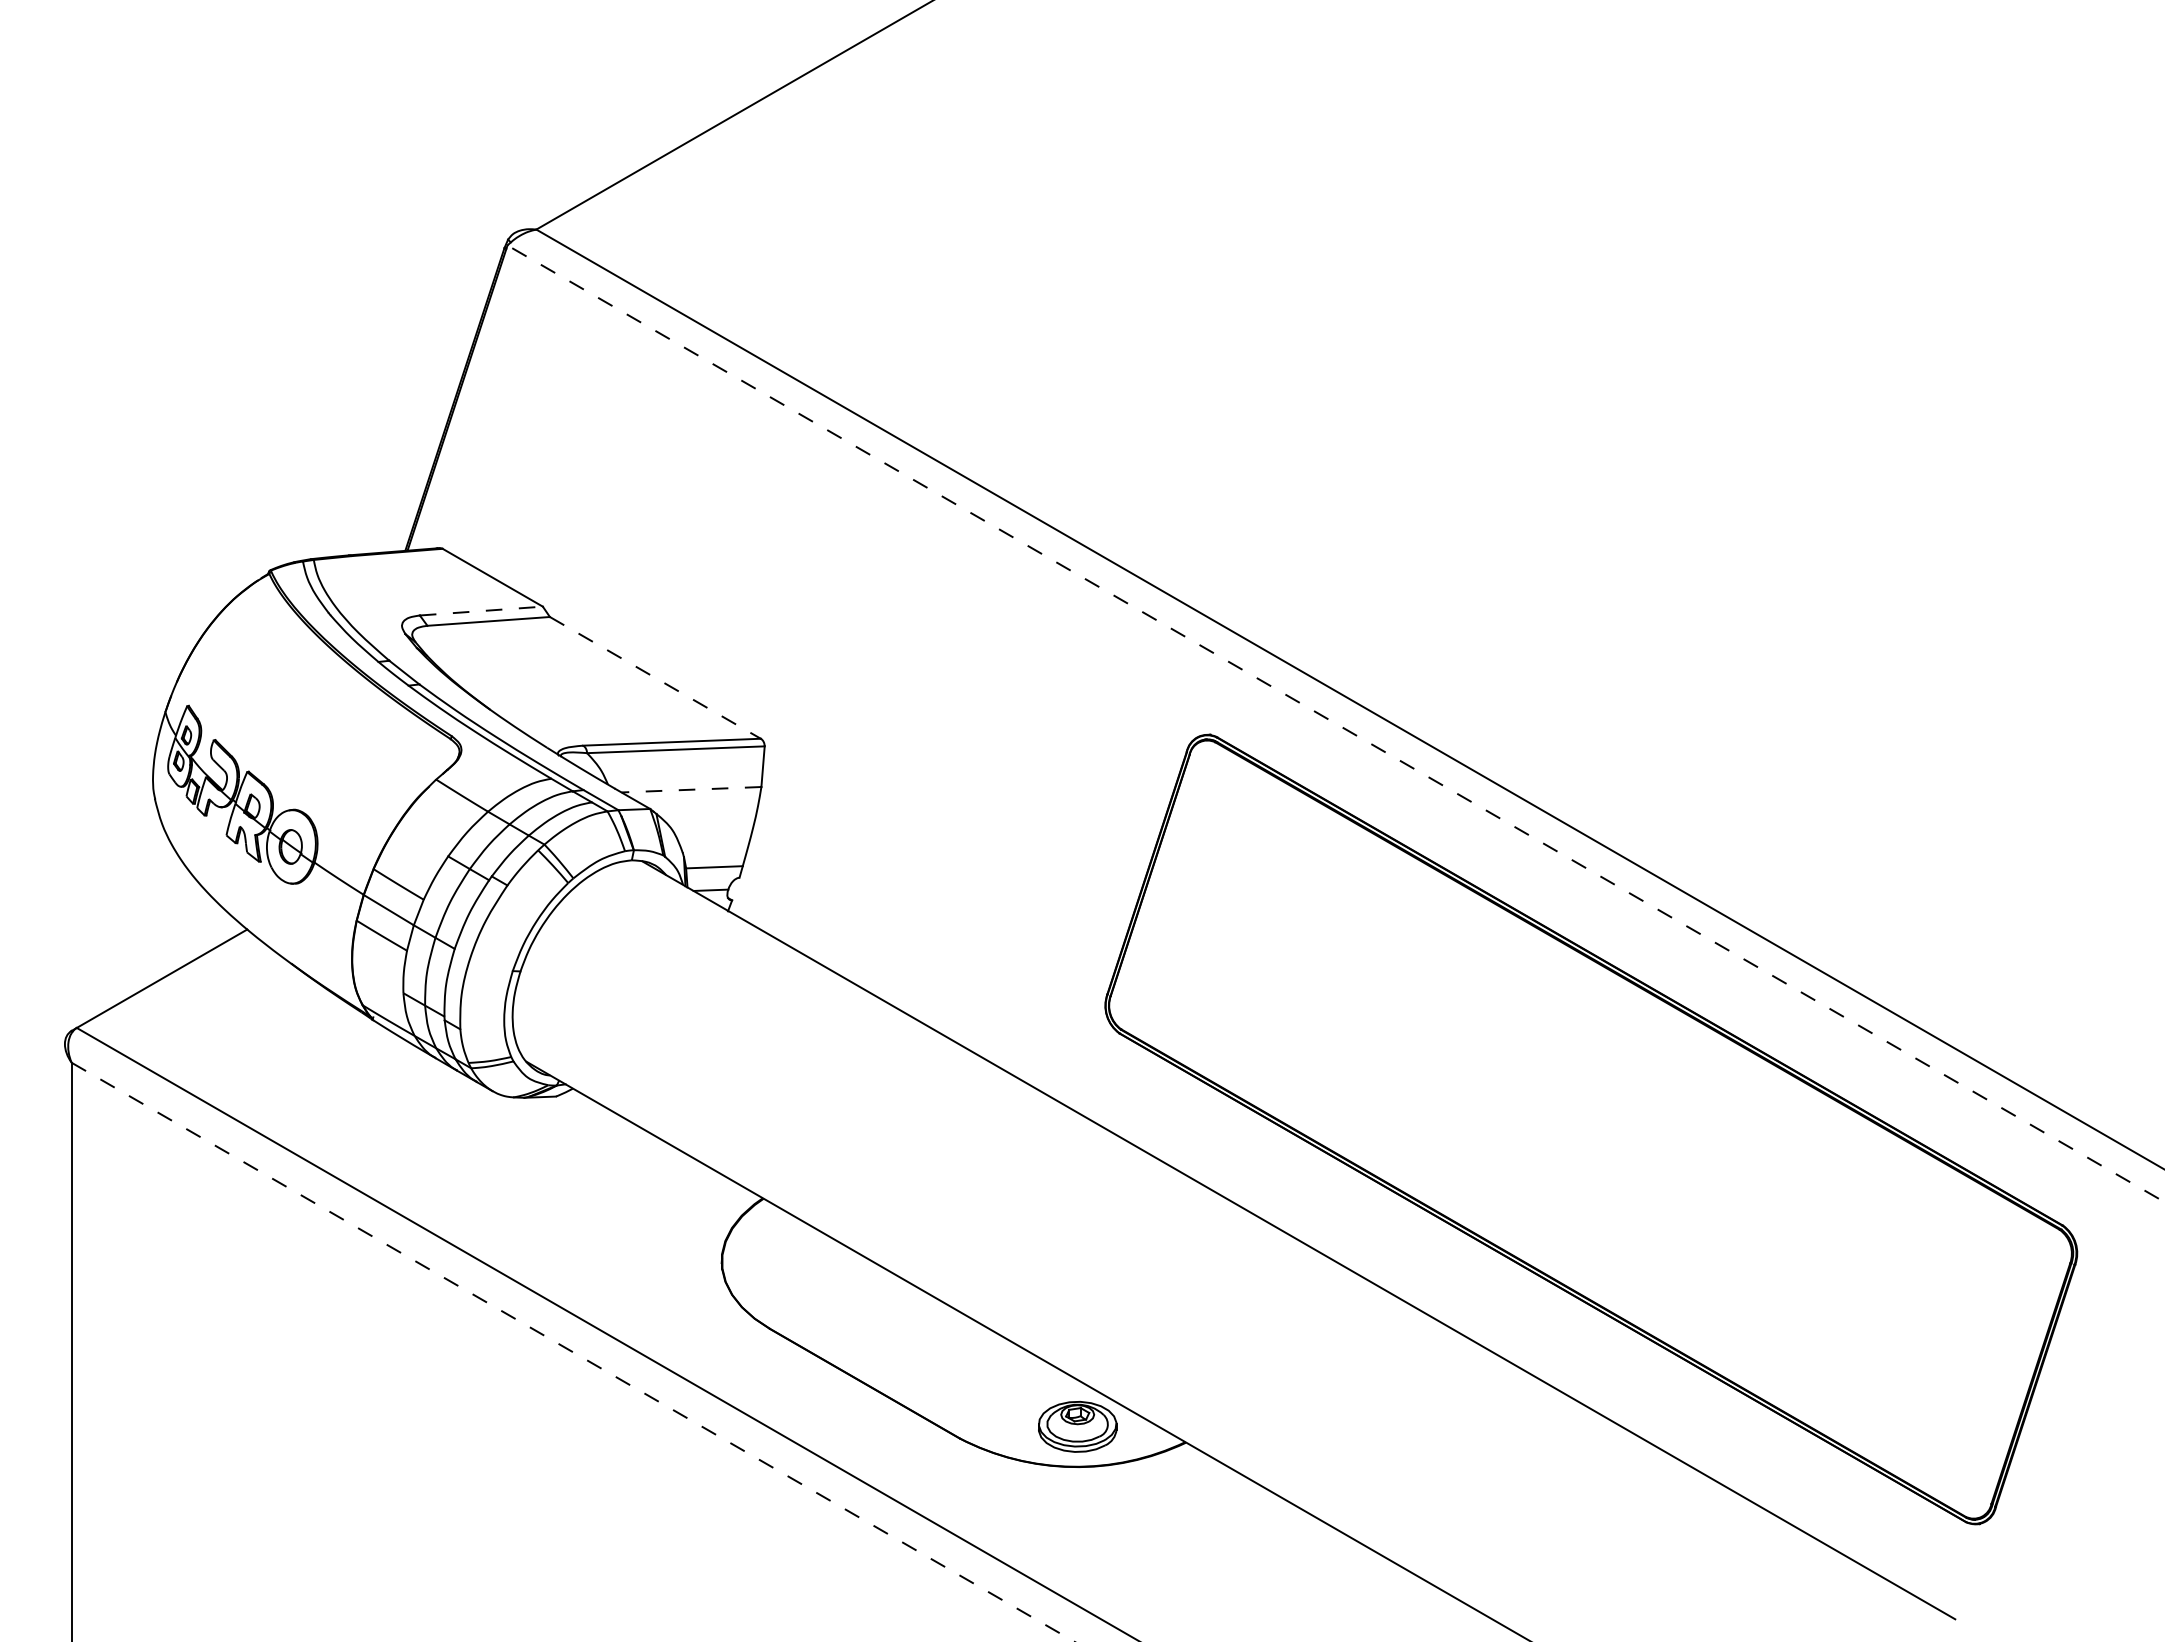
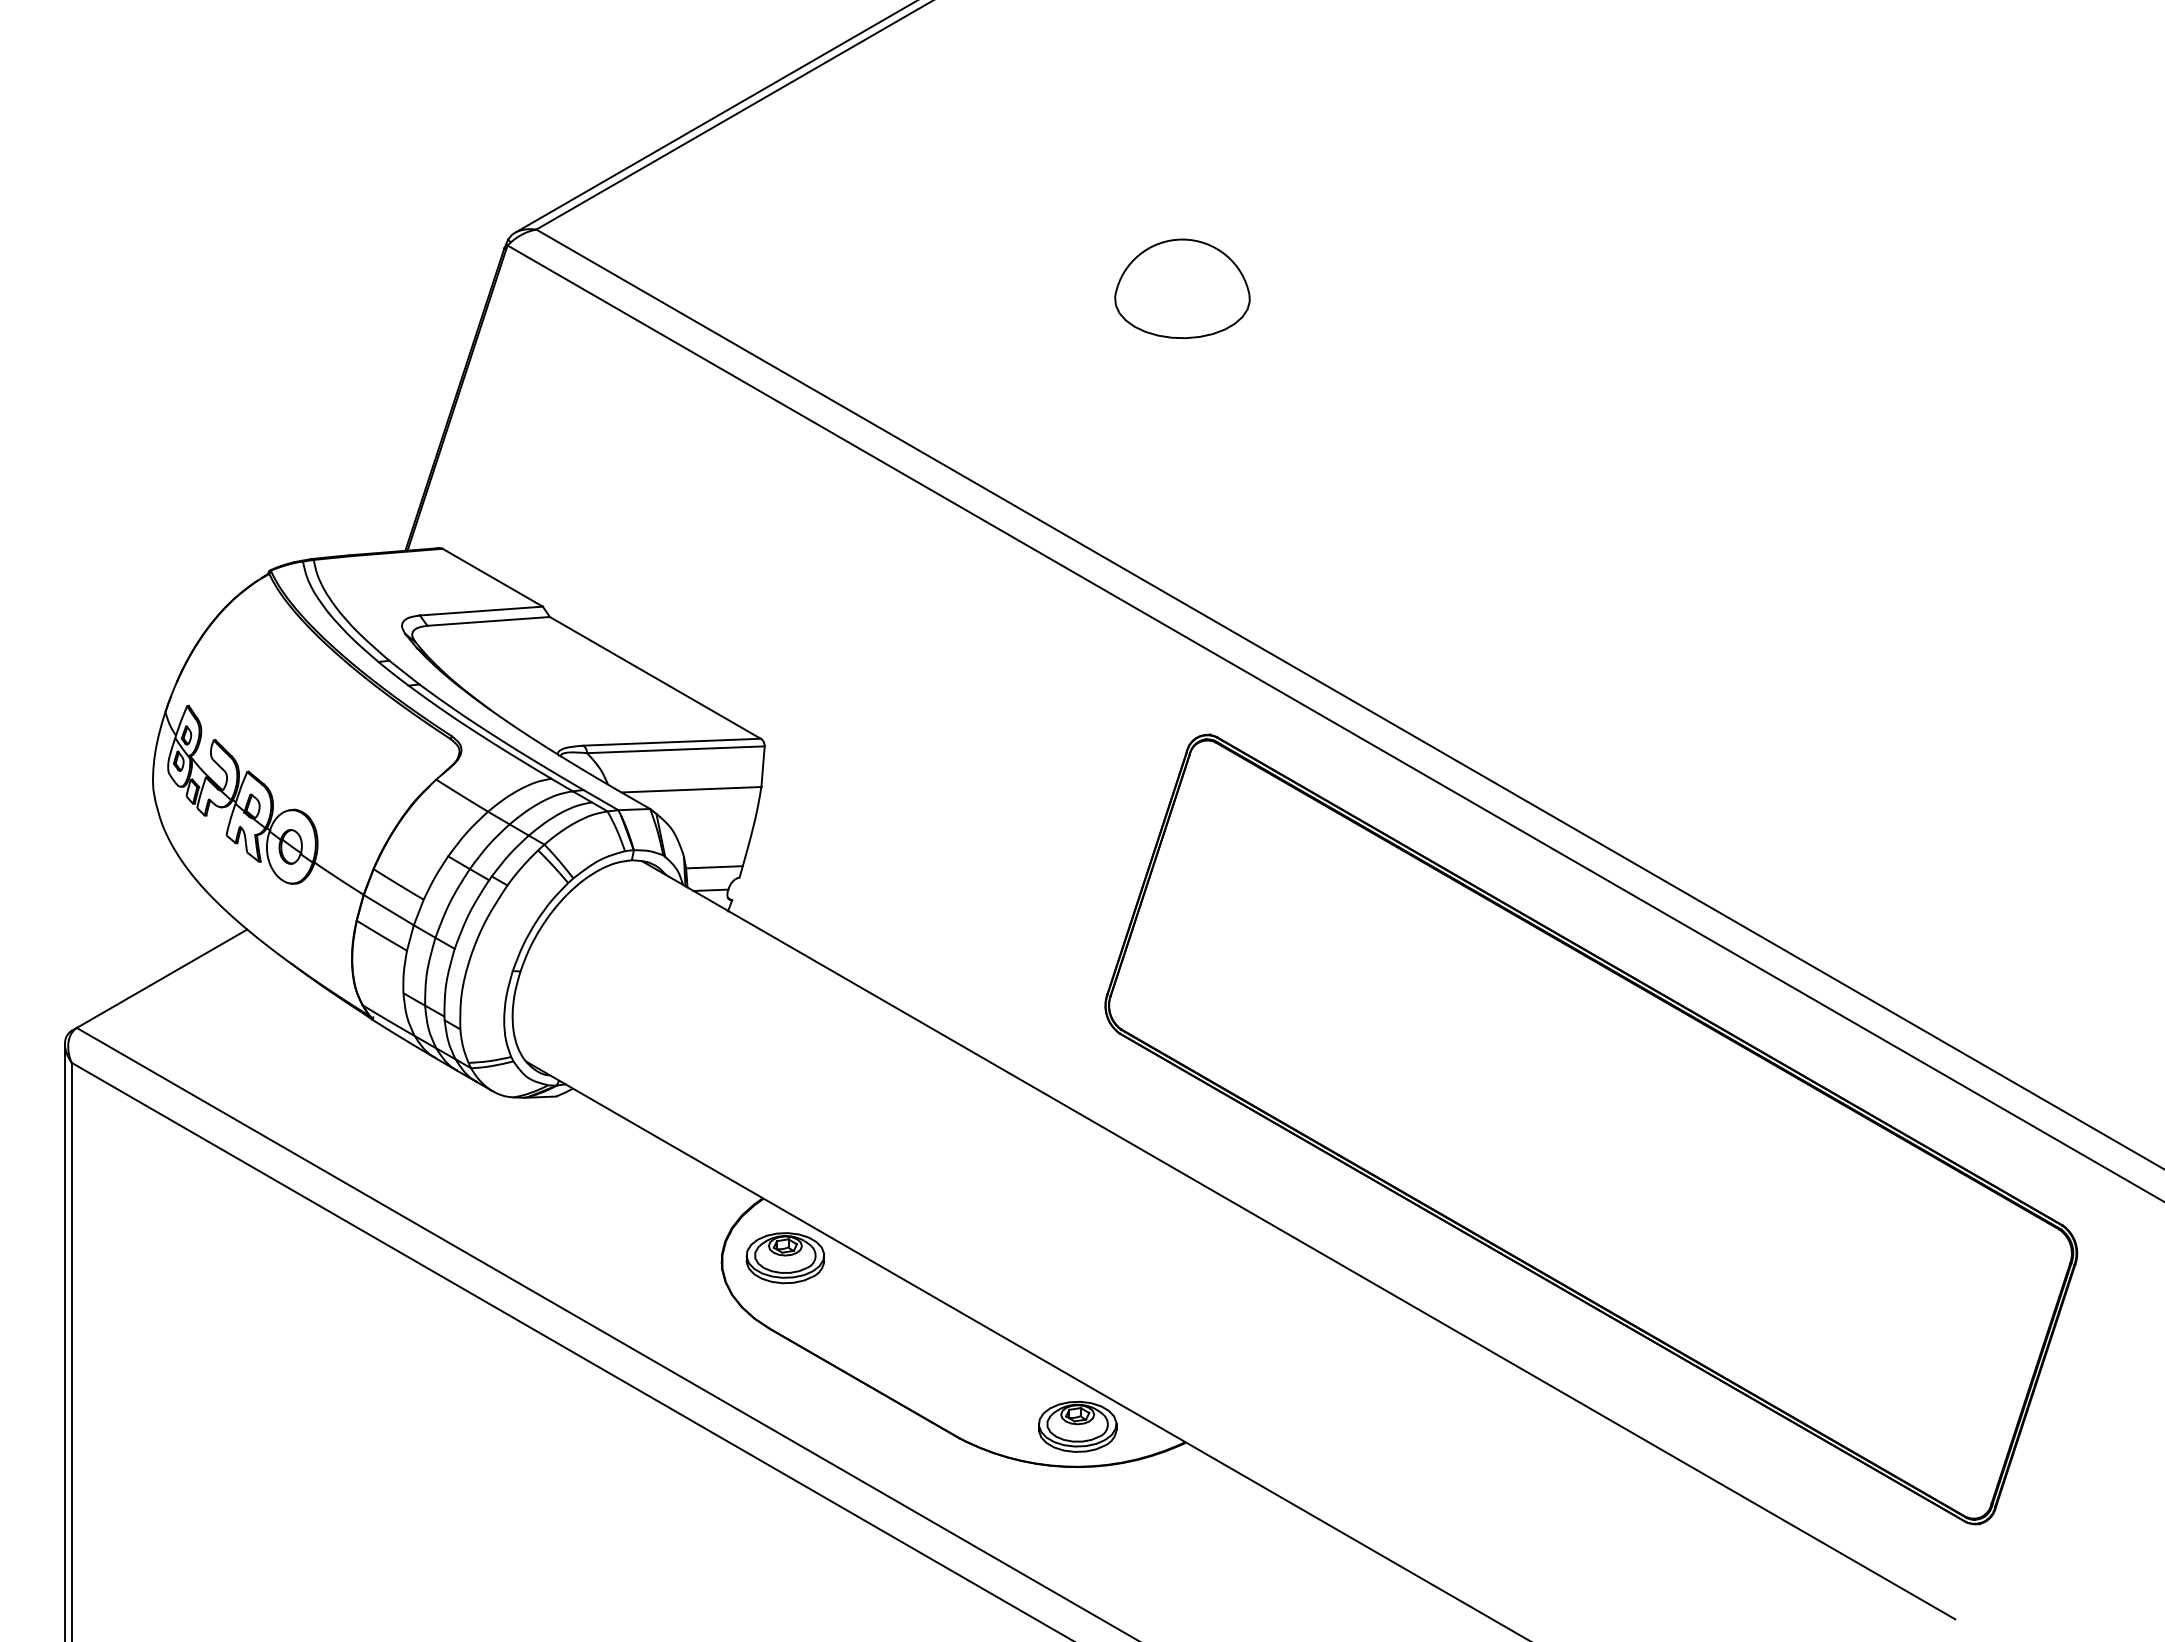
line at (714, 117): none -> present
part at (1182, 288): none -> present
line at (481, 611): dashed -> solid
line at (655, 677): dashed -> solid
line at (1336, 723): dashed -> solid
line at (691, 789): dashed -> solid
part at (785, 1258): none -> present
line at (64, 1341): none -> present
line at (572, 1352): dashed -> solid
